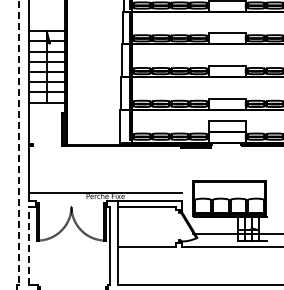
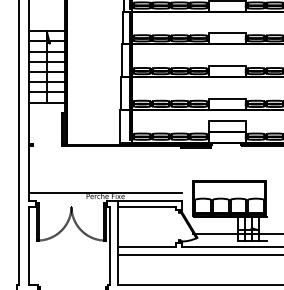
line at (19, 142): dashed -> solid
line at (28, 245): dashed -> solid
line at (198, 254): none -> present
